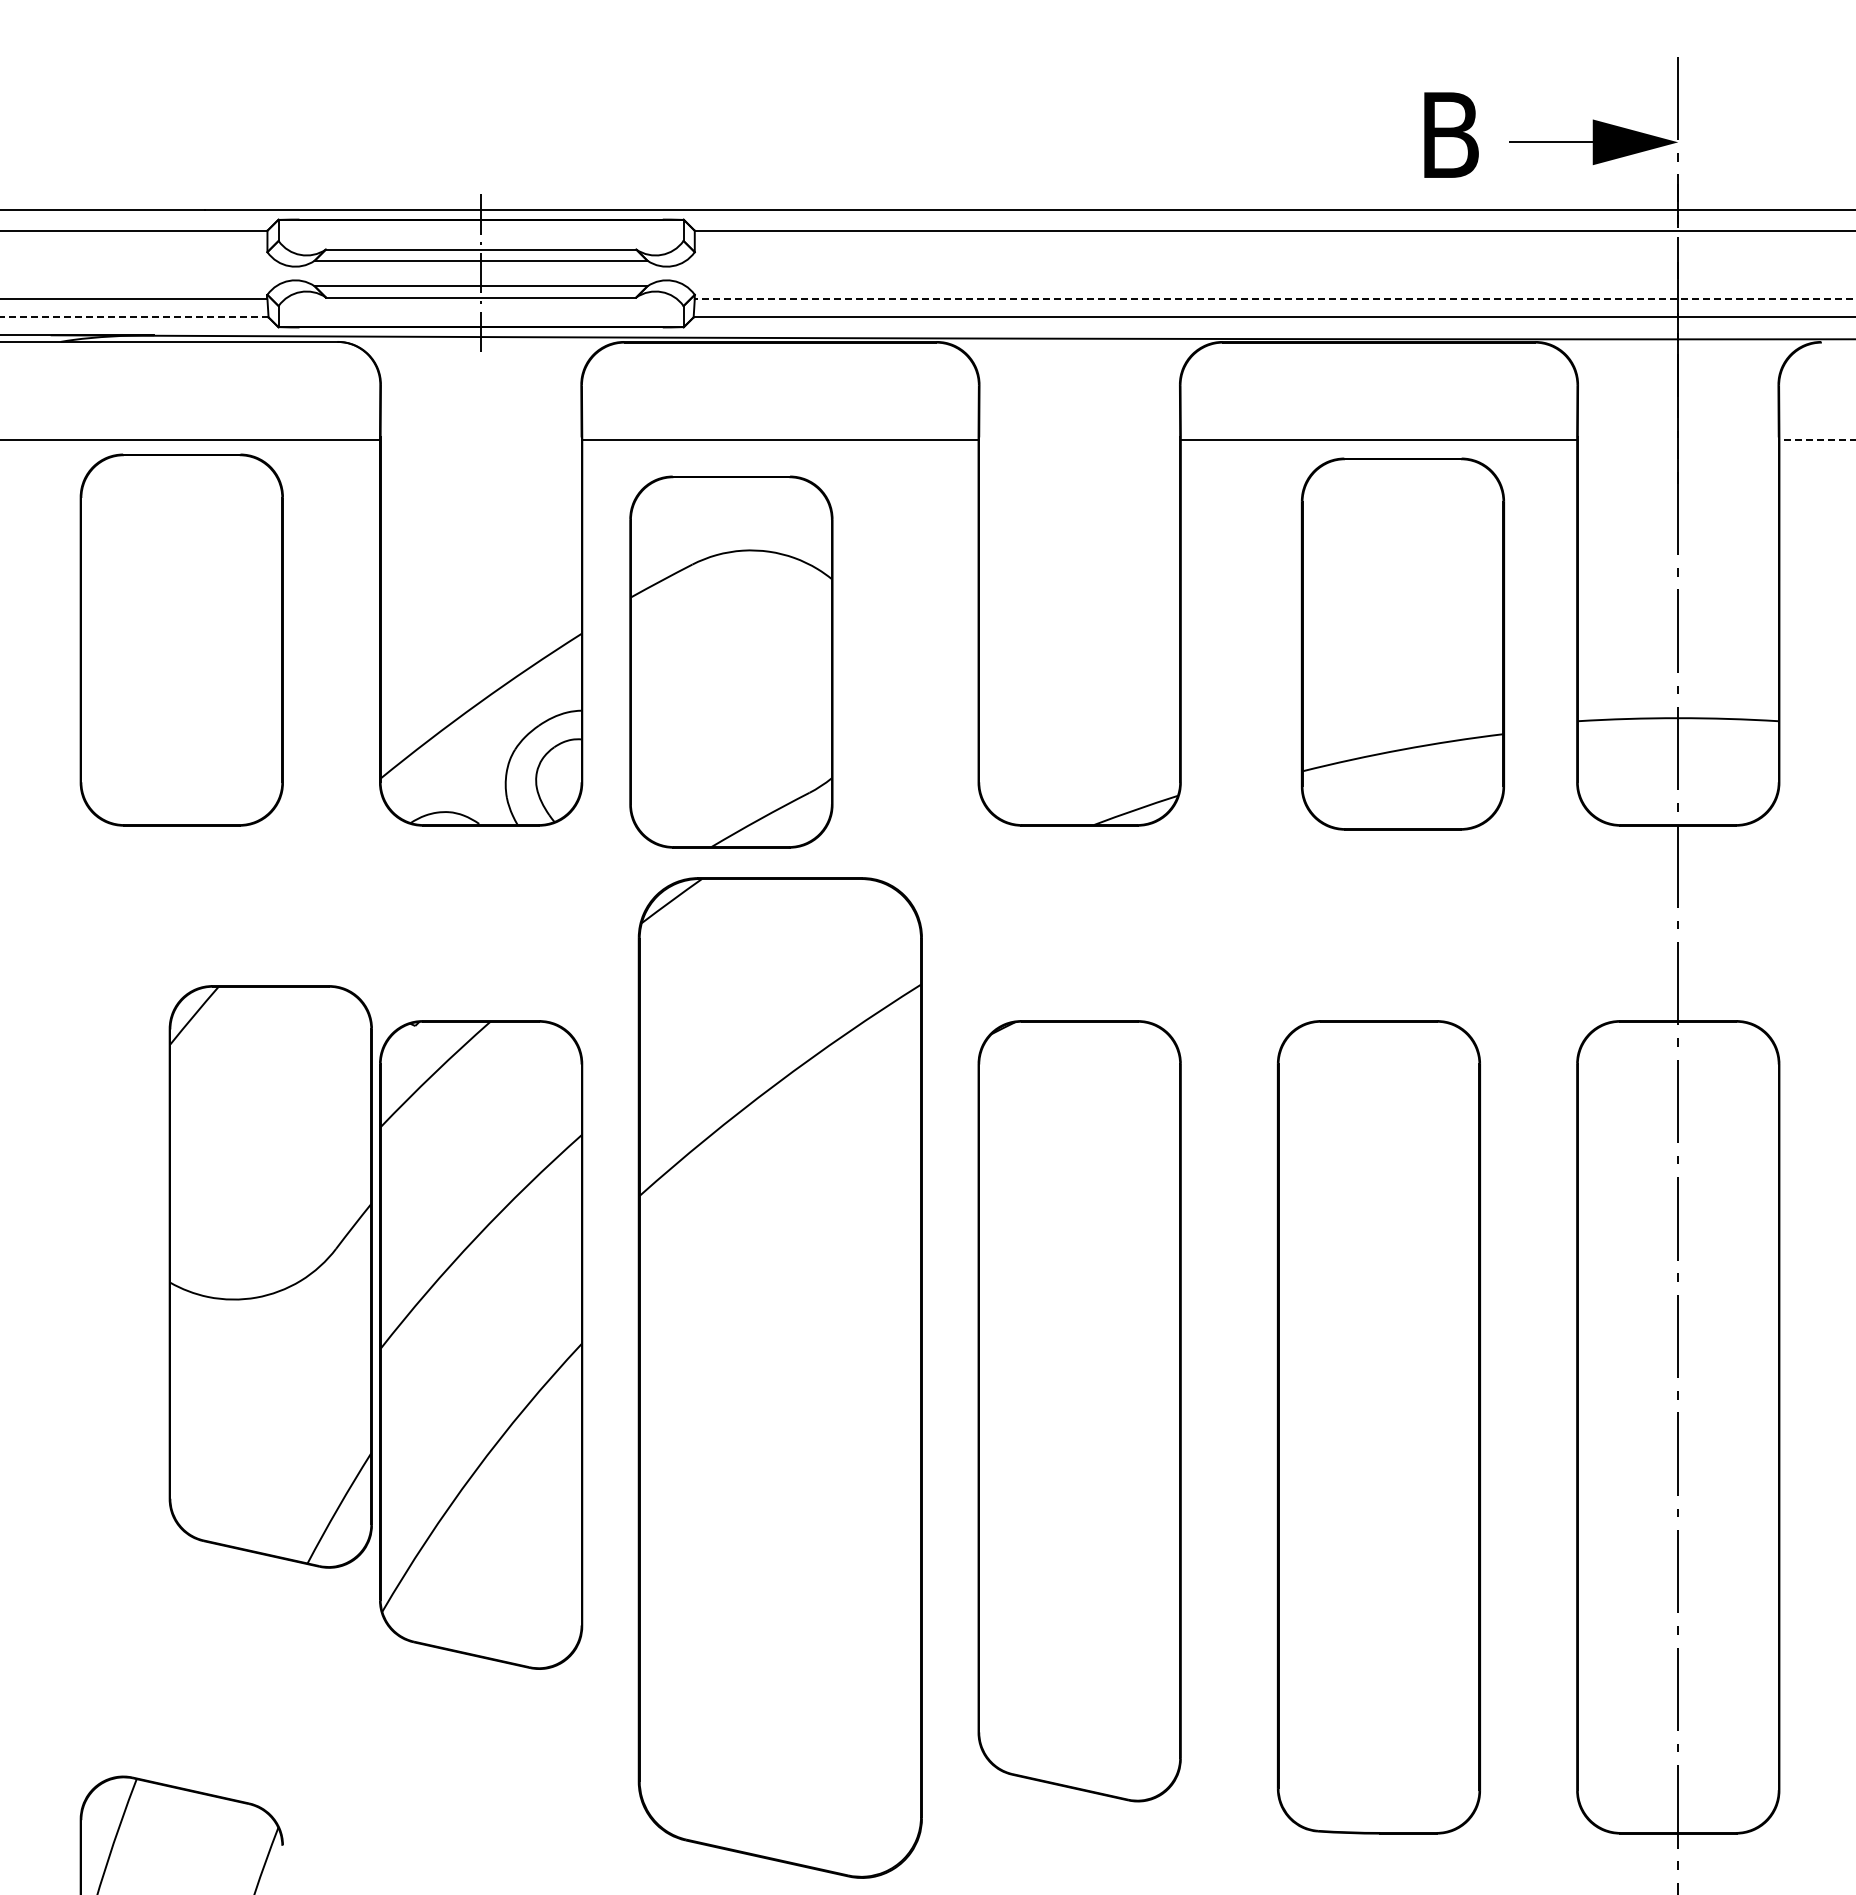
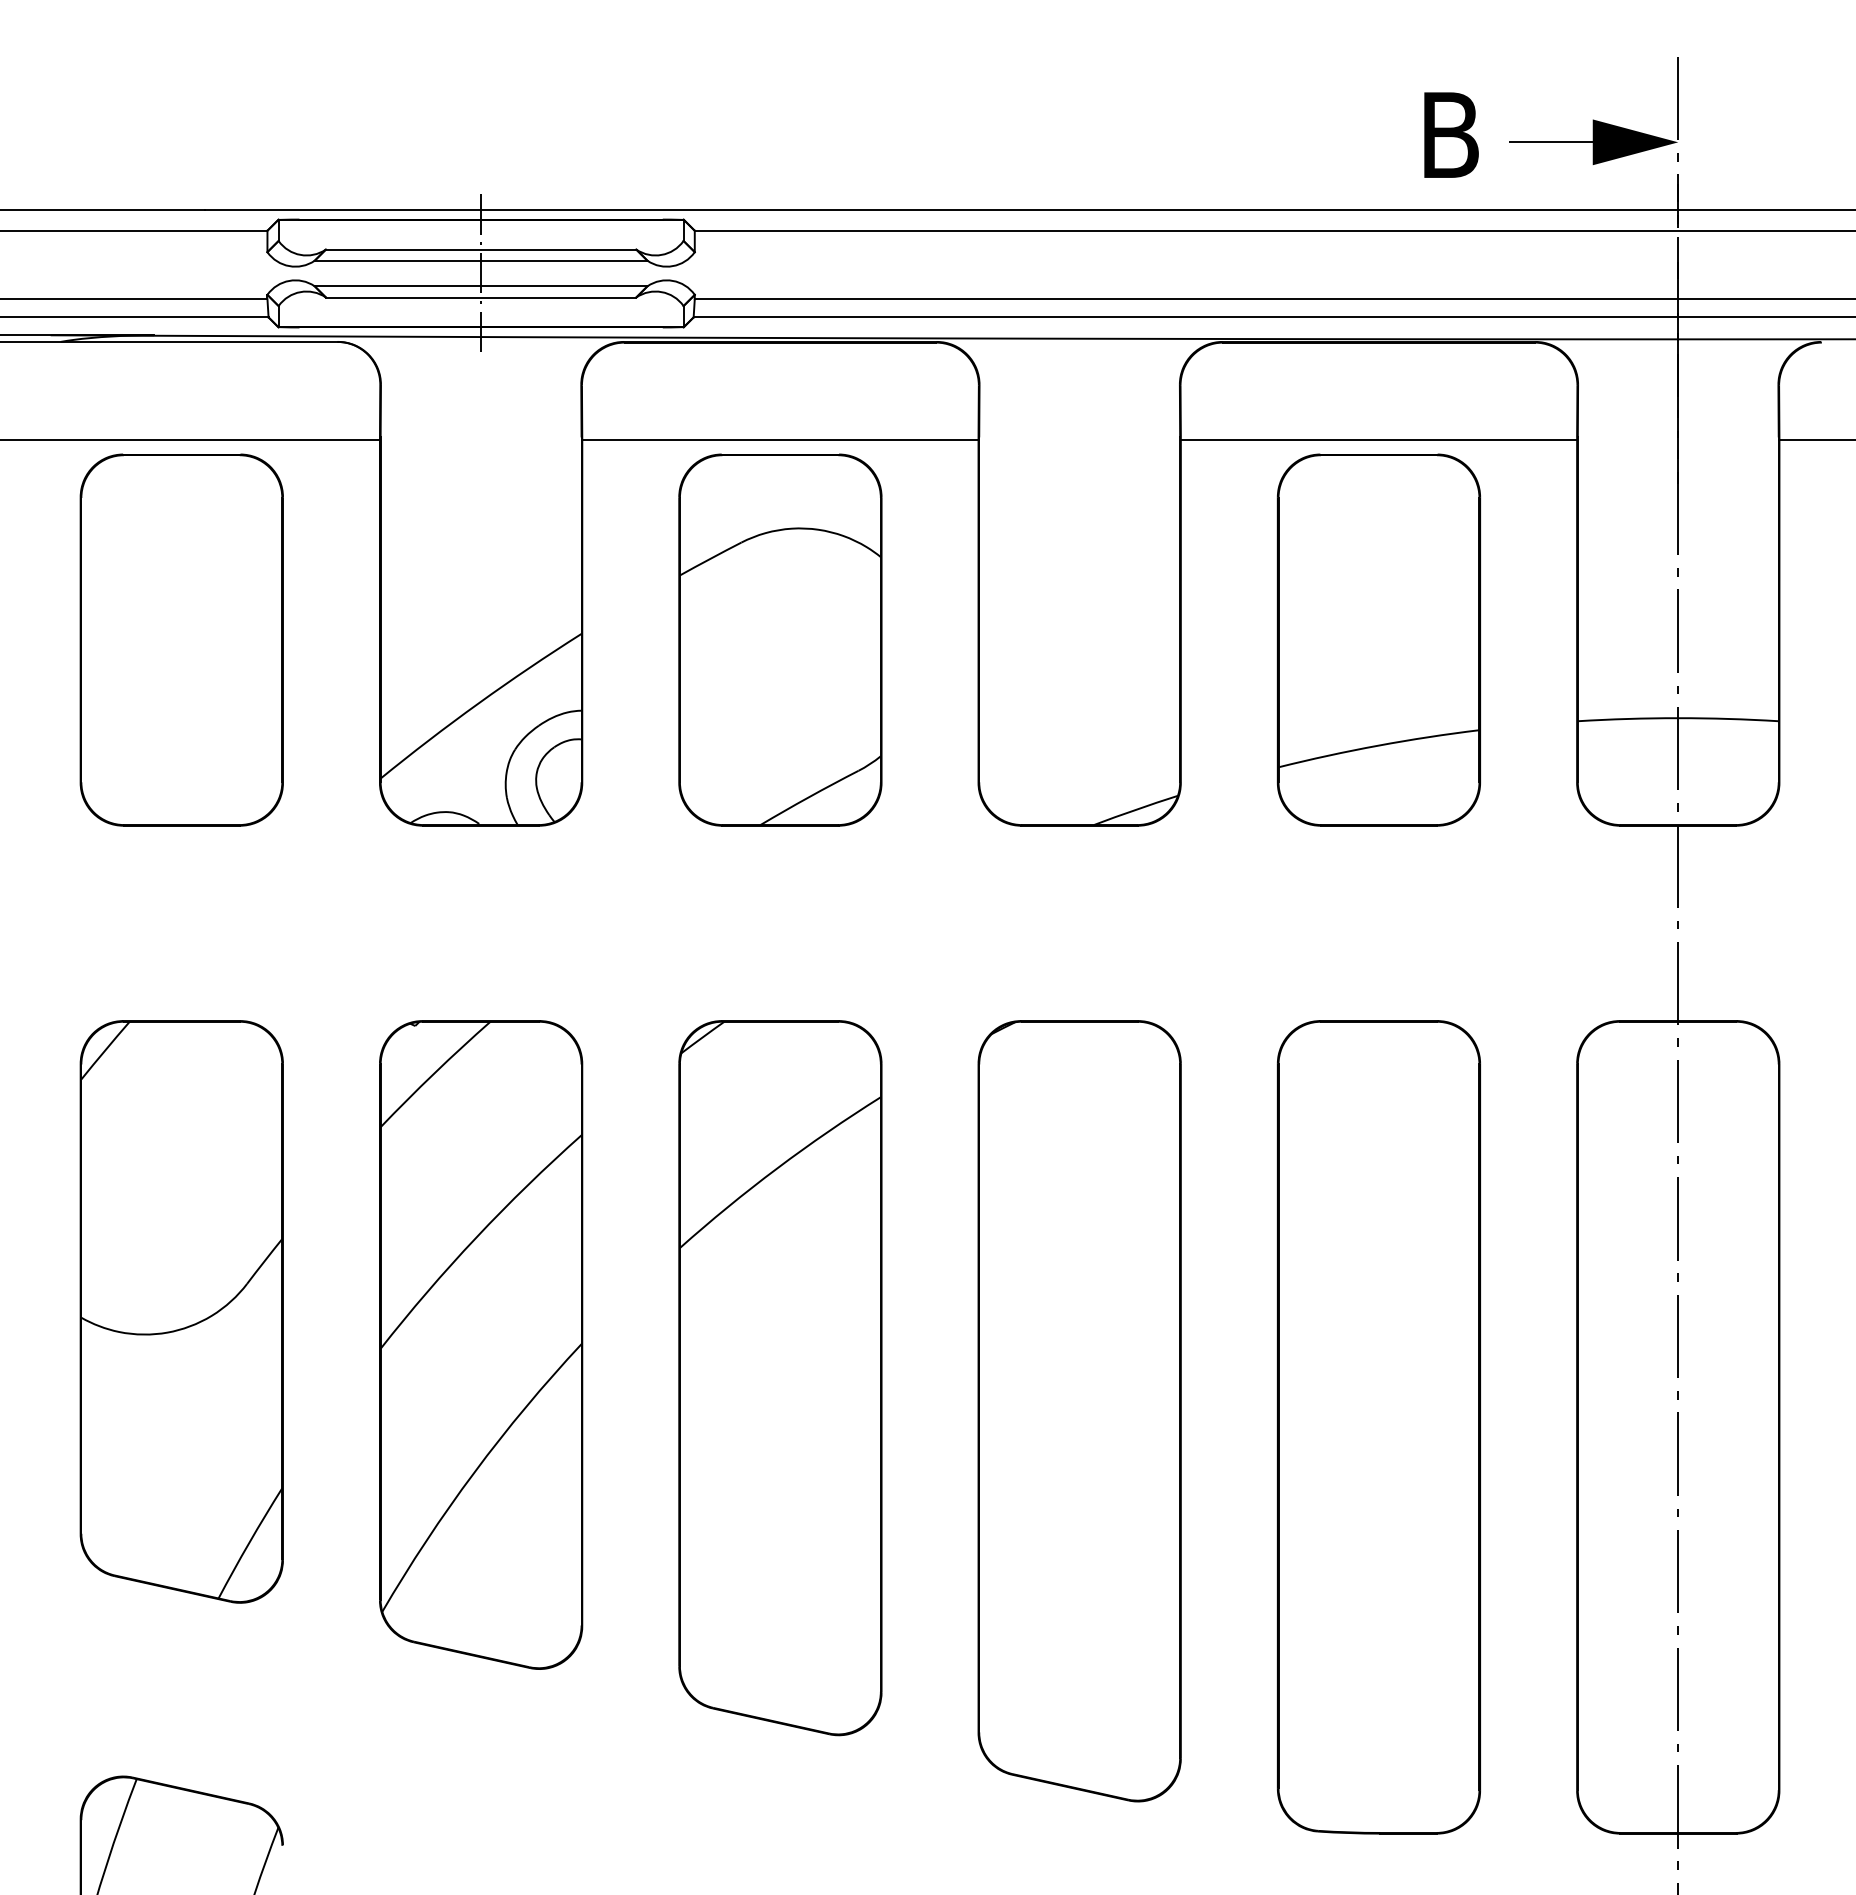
line at (1274, 299): dashed -> solid
line at (134, 317): dashed -> solid
line at (1817, 440): dashed -> solid
part at (1402, 643) position: (1402, 643) -> (1378, 639)
part at (731, 661) position: (731, 661) -> (780, 639)
part at (270, 1276) position: (270, 1276) -> (181, 1311)
part at (779, 1377) size: 286x1002 px -> 205x717 px
